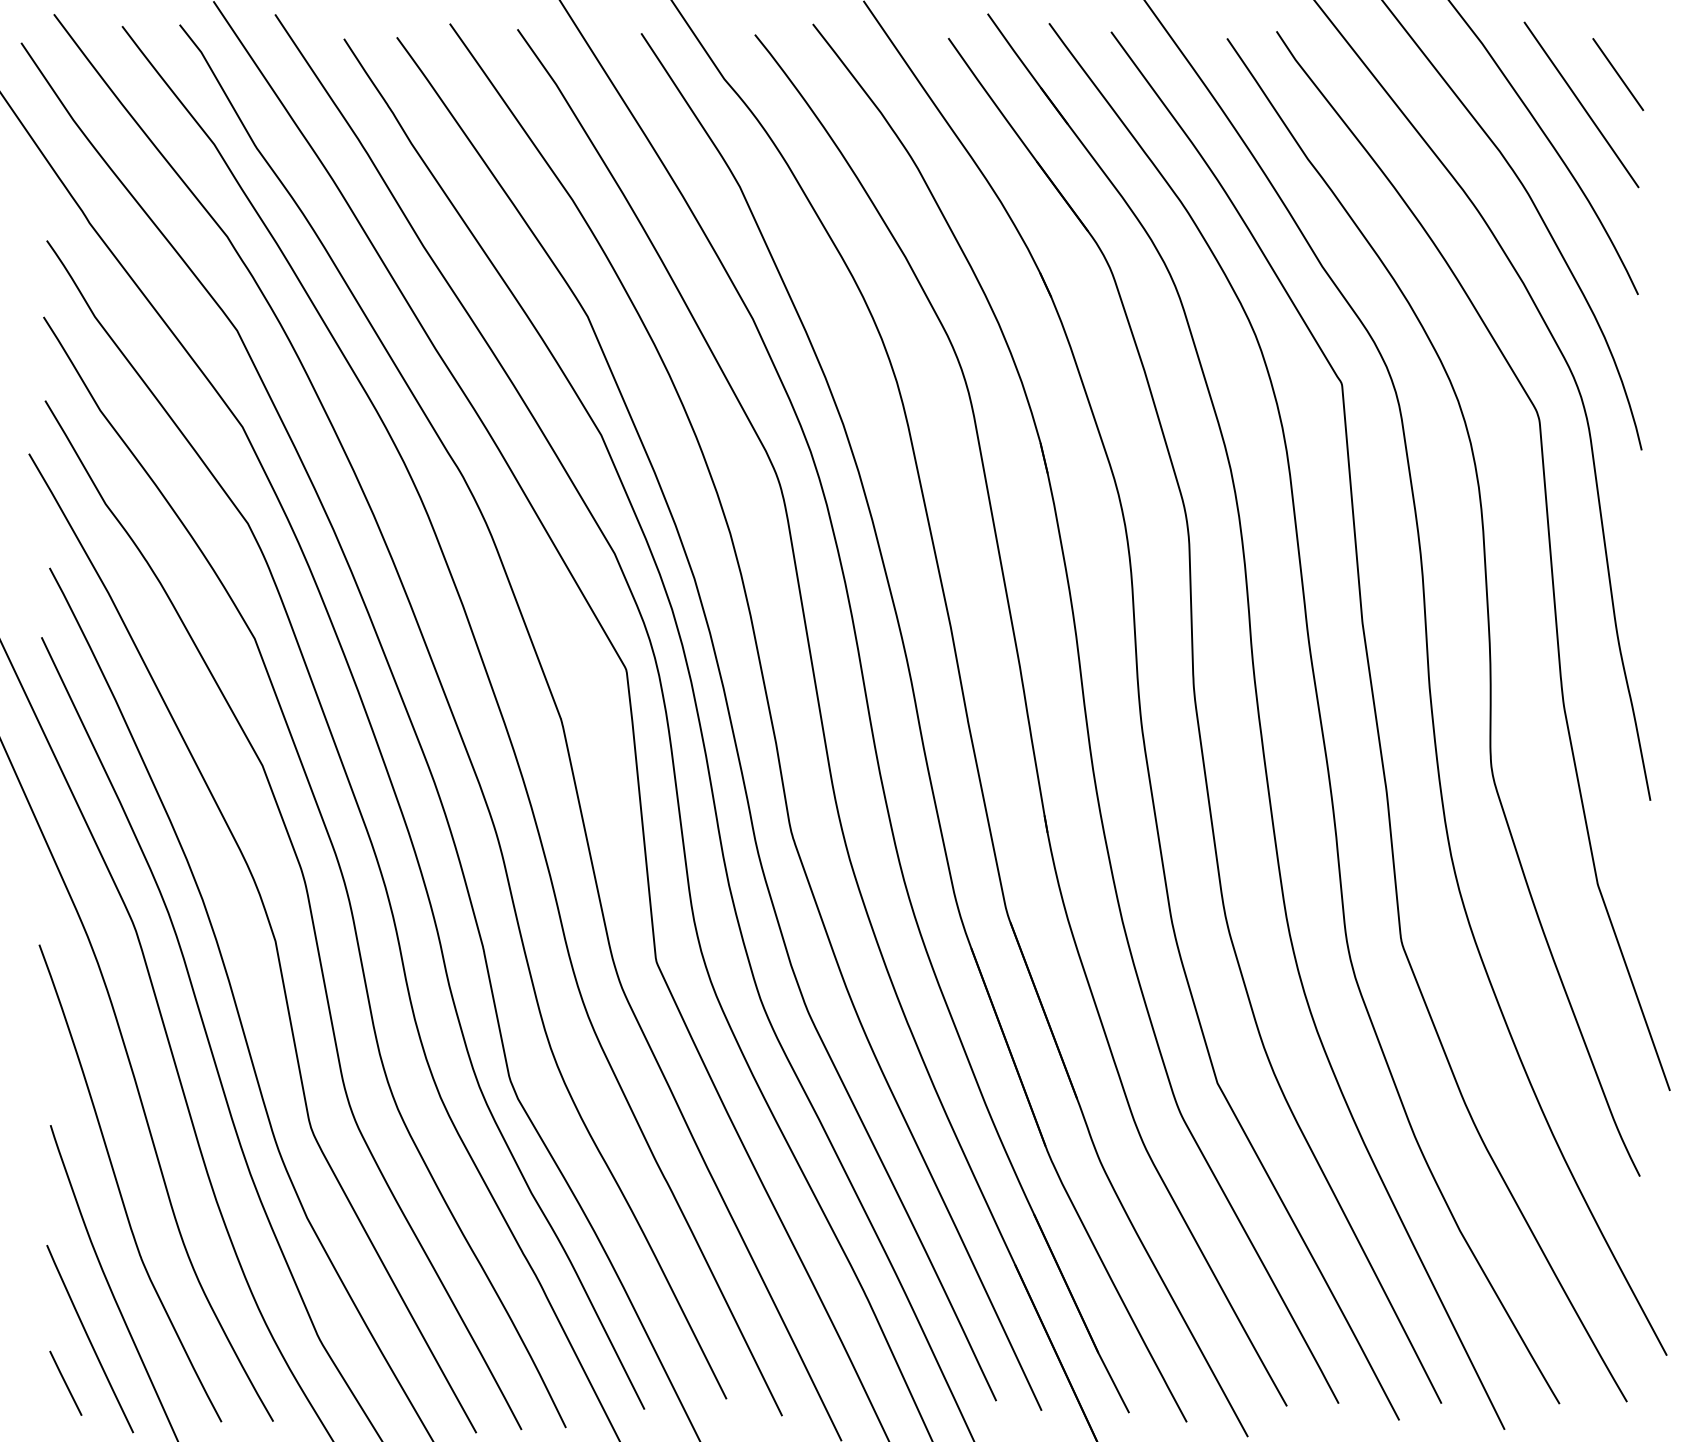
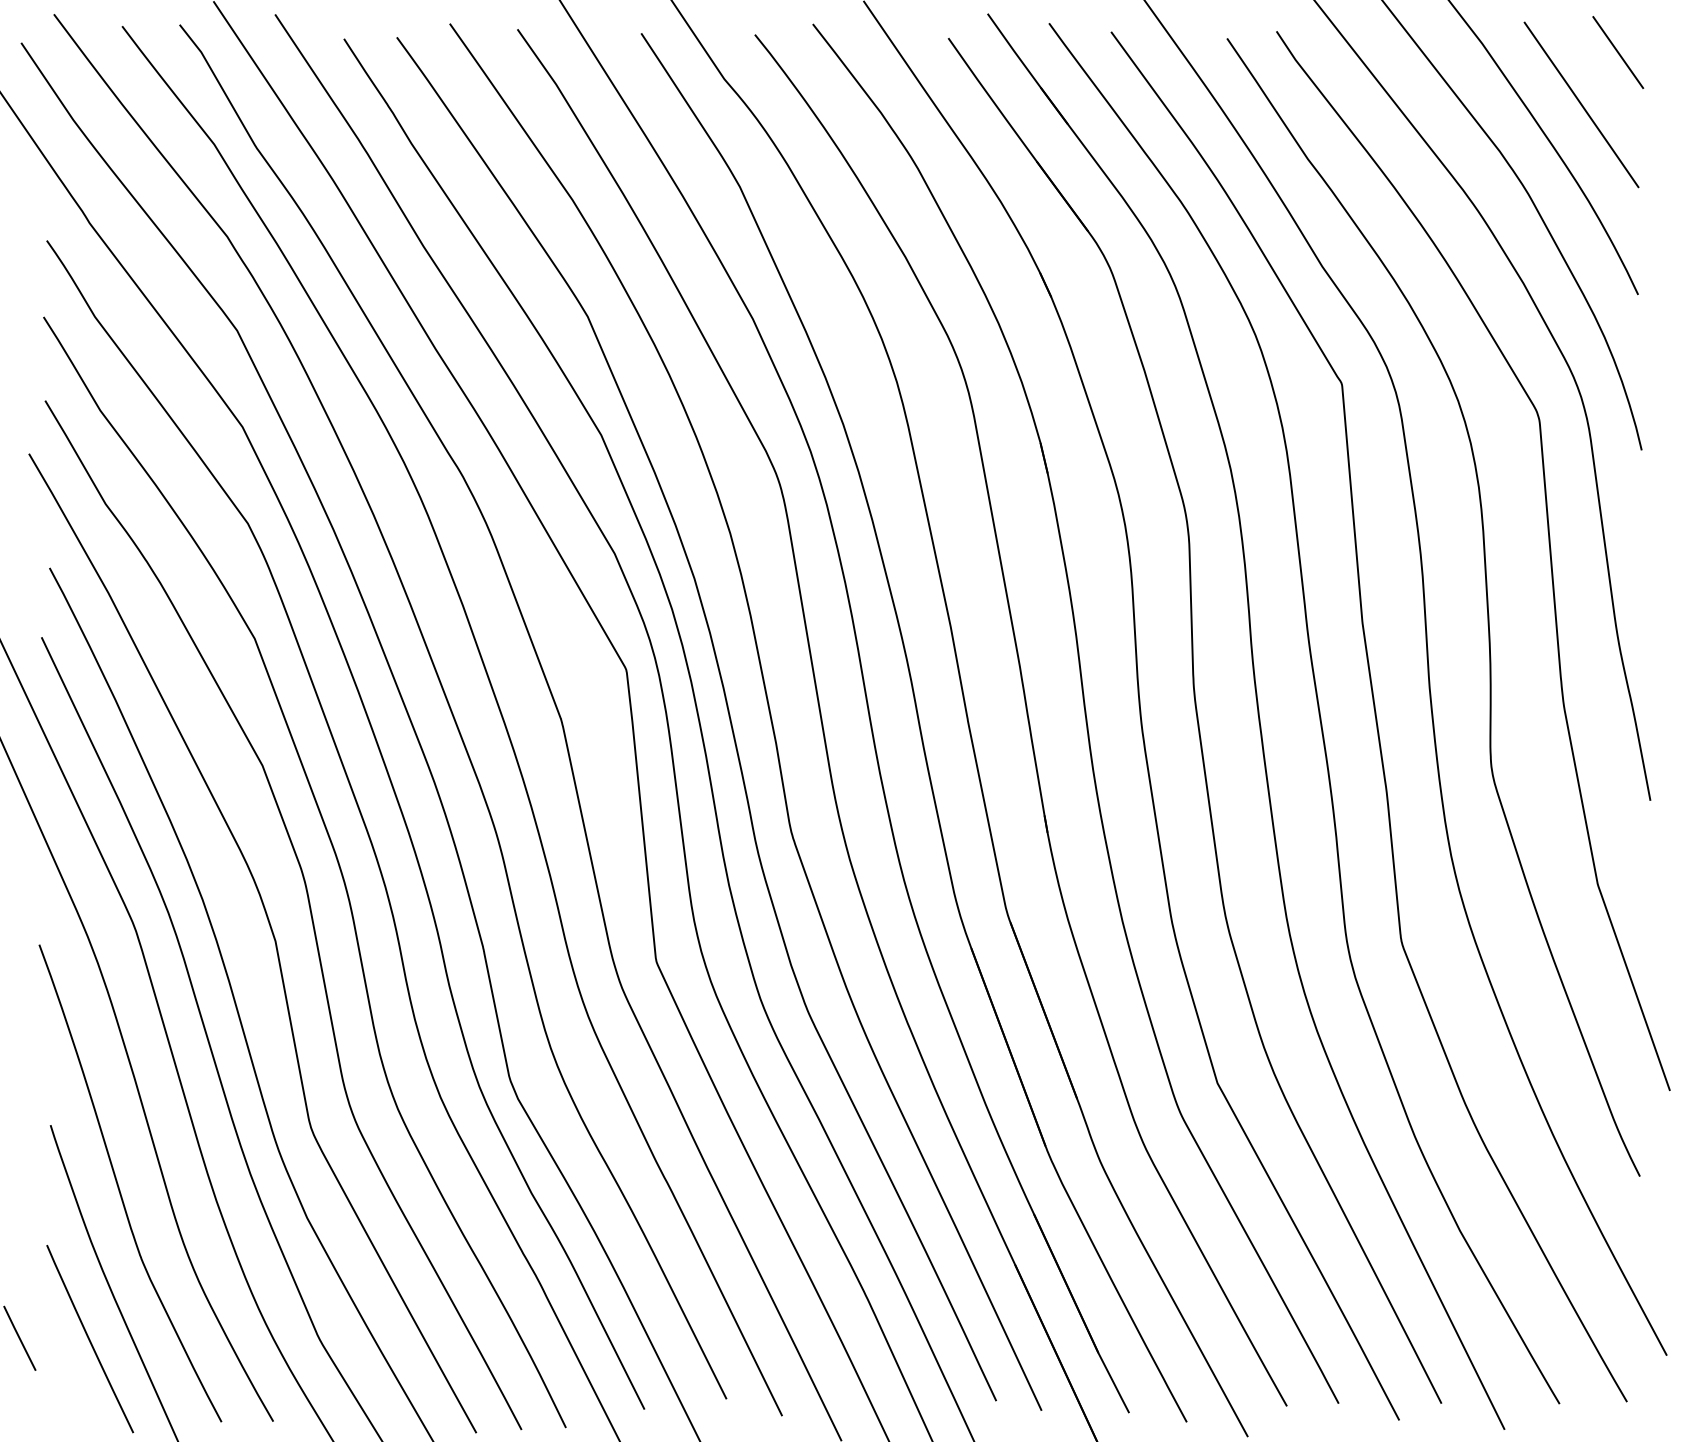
line at (1618, 74) position: (1618, 74) -> (1618, 52)
line at (65, 1382) position: (65, 1382) -> (19, 1337)
